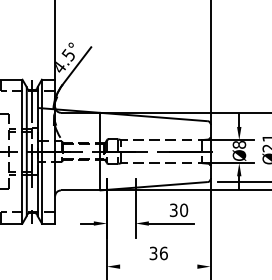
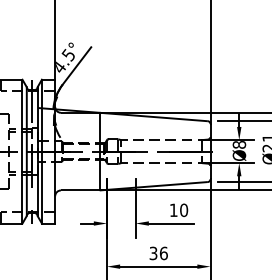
line at (242, 121): none -> present
text at (173, 210): 30 -> 10
line at (158, 266): none -> present
